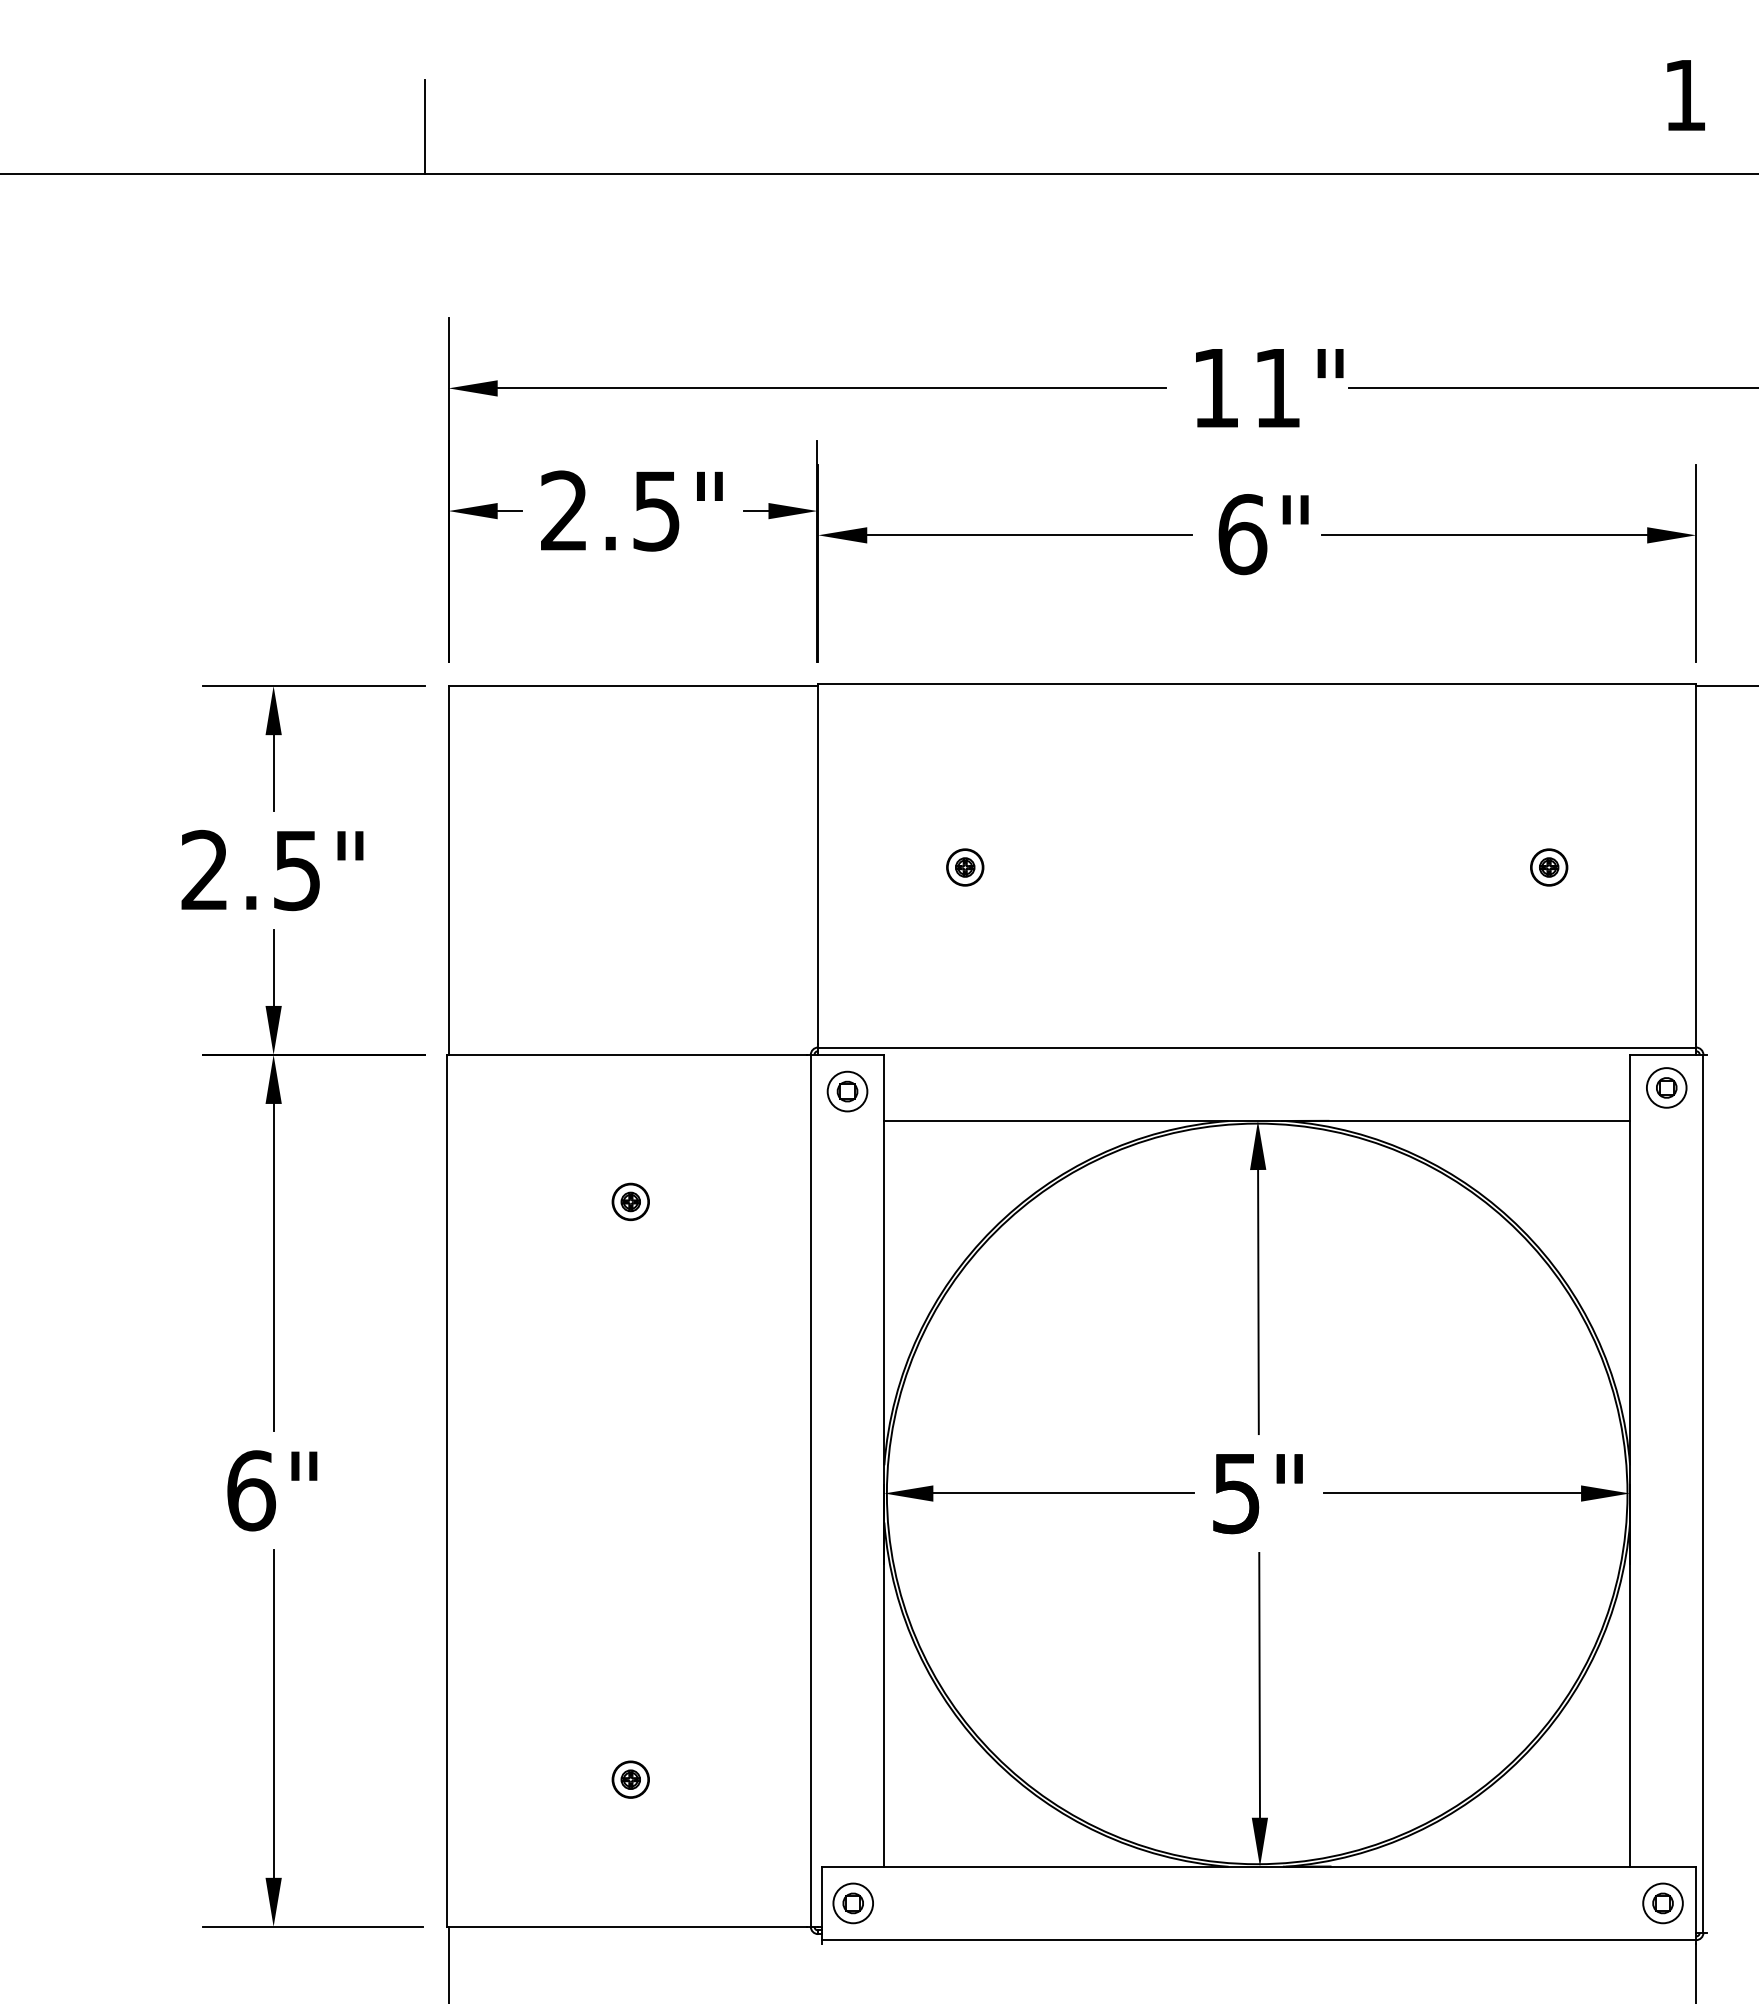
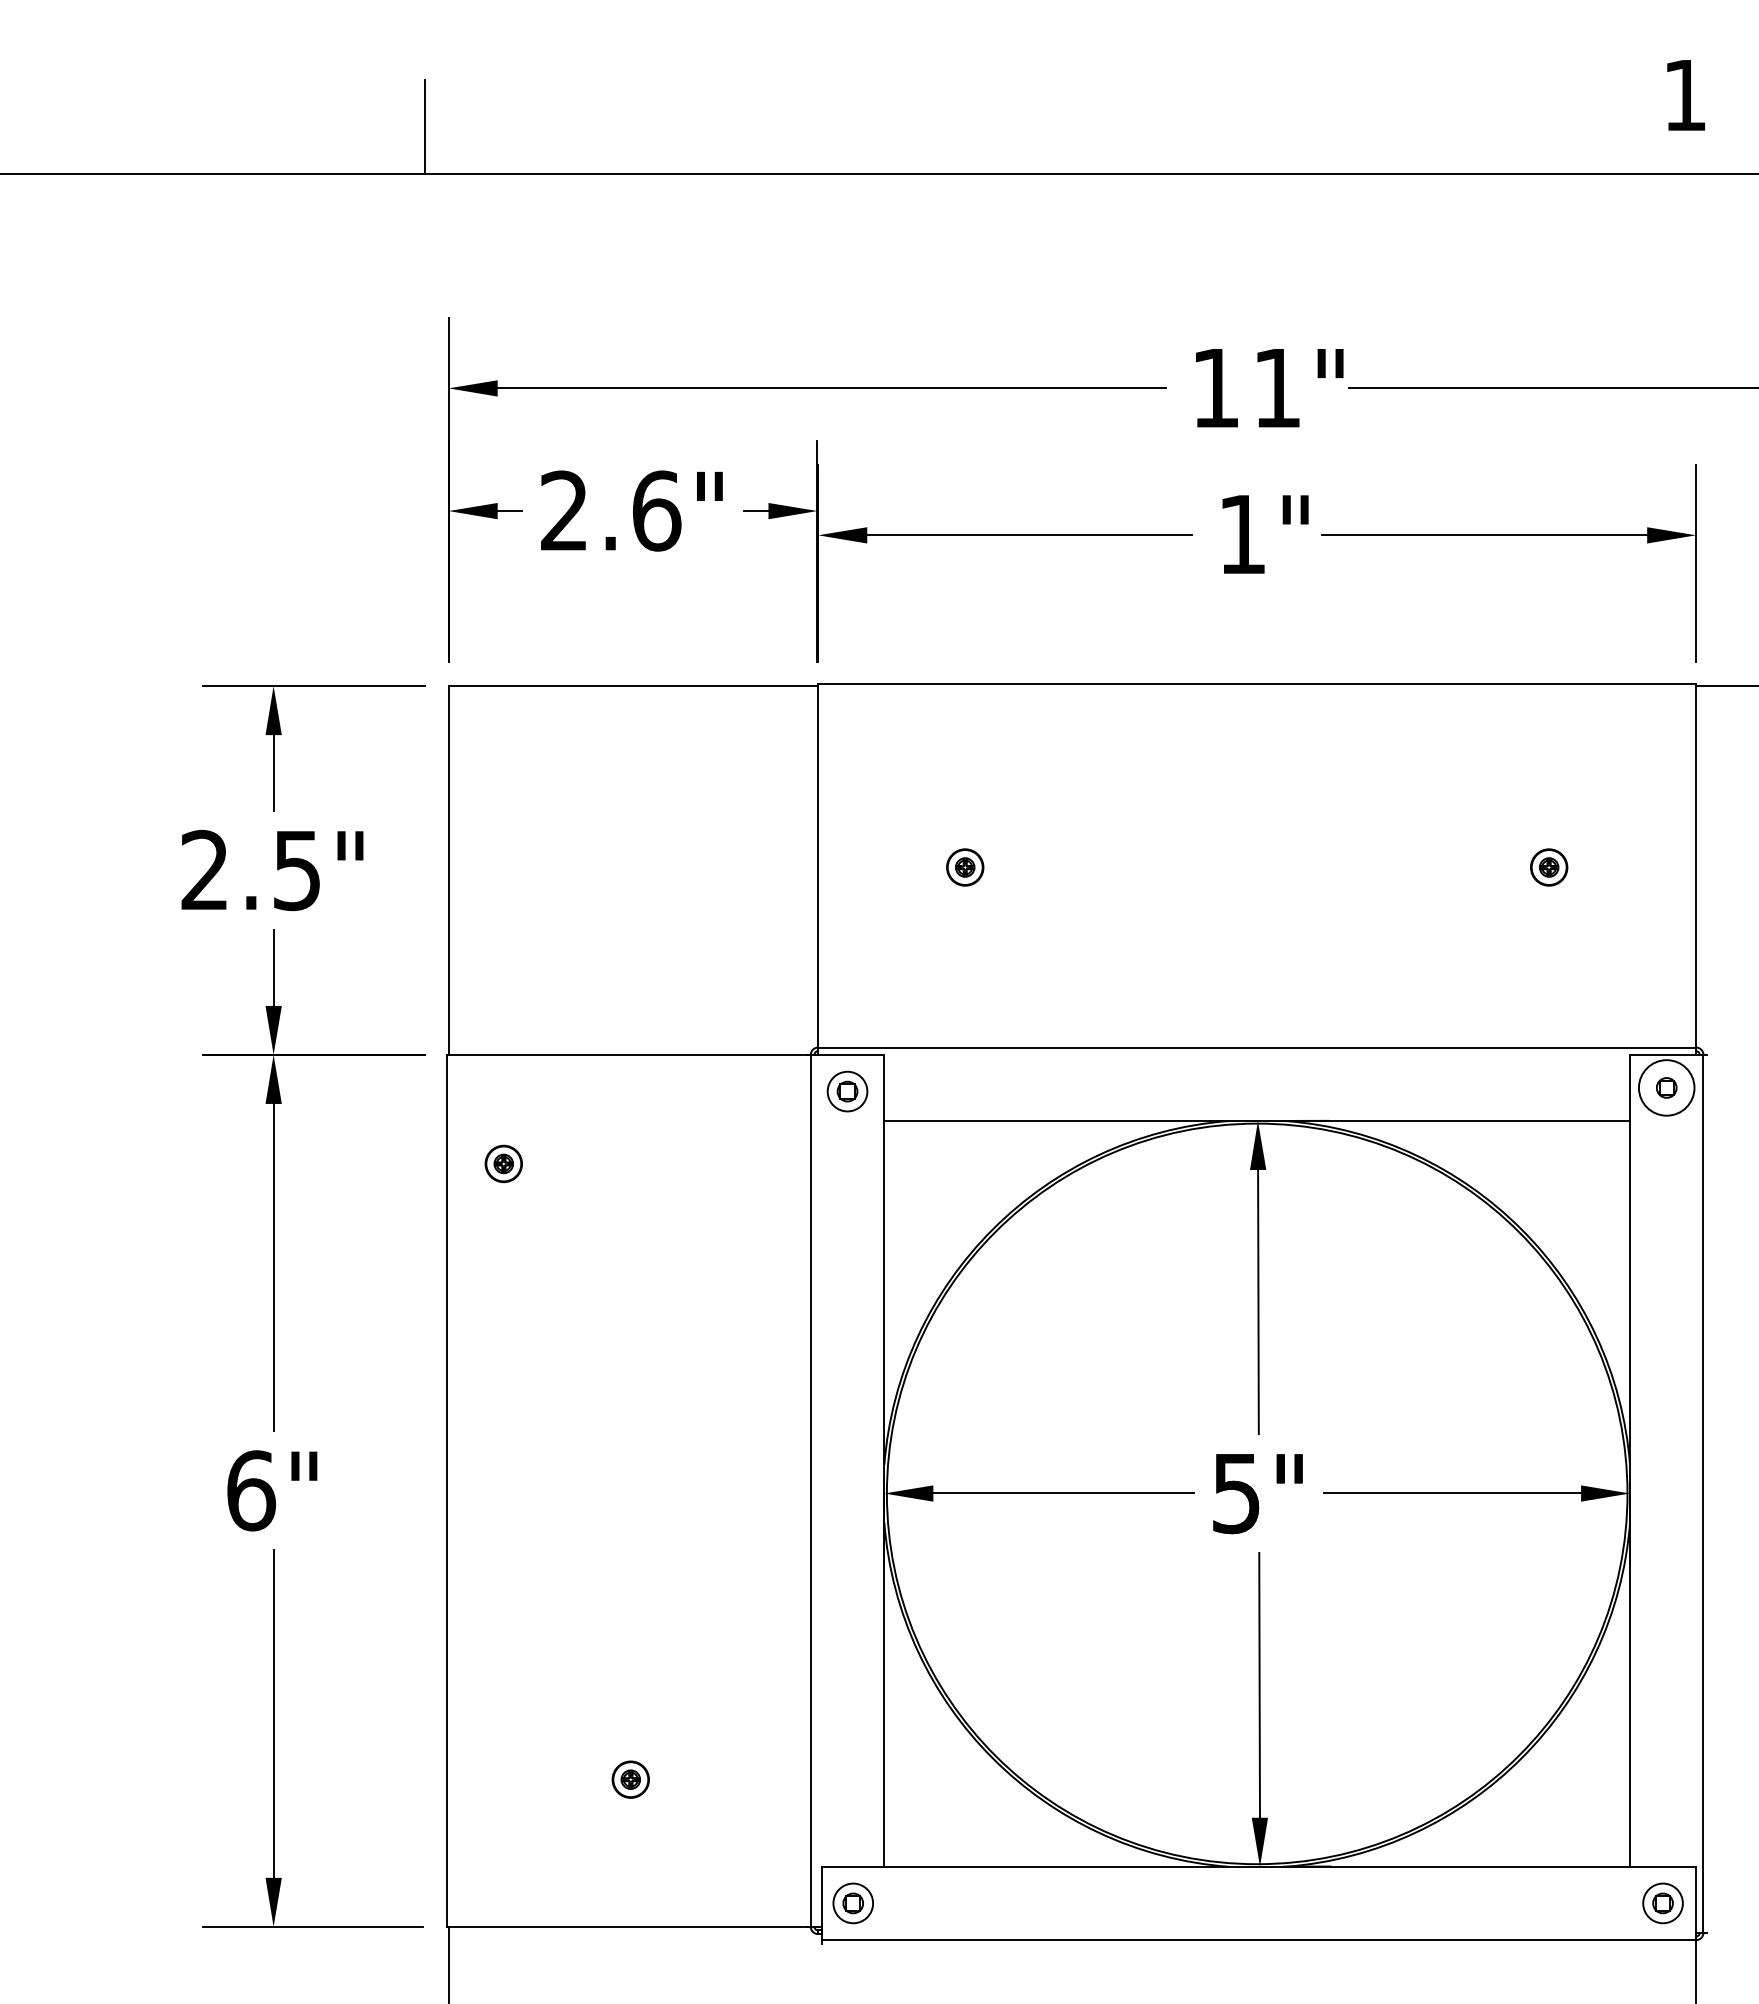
text at (657, 510): 2.5" -> 2.6"
text at (1242, 534): 6" -> 1"
circle at (1666, 1087) diameter: 40 px -> 56 px
part at (630, 1201) position: (630, 1201) -> (503, 1163)
